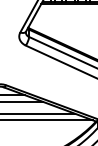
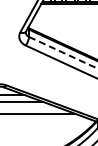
line at (63, 52): solid -> dashed
line at (47, 120): present -> none
